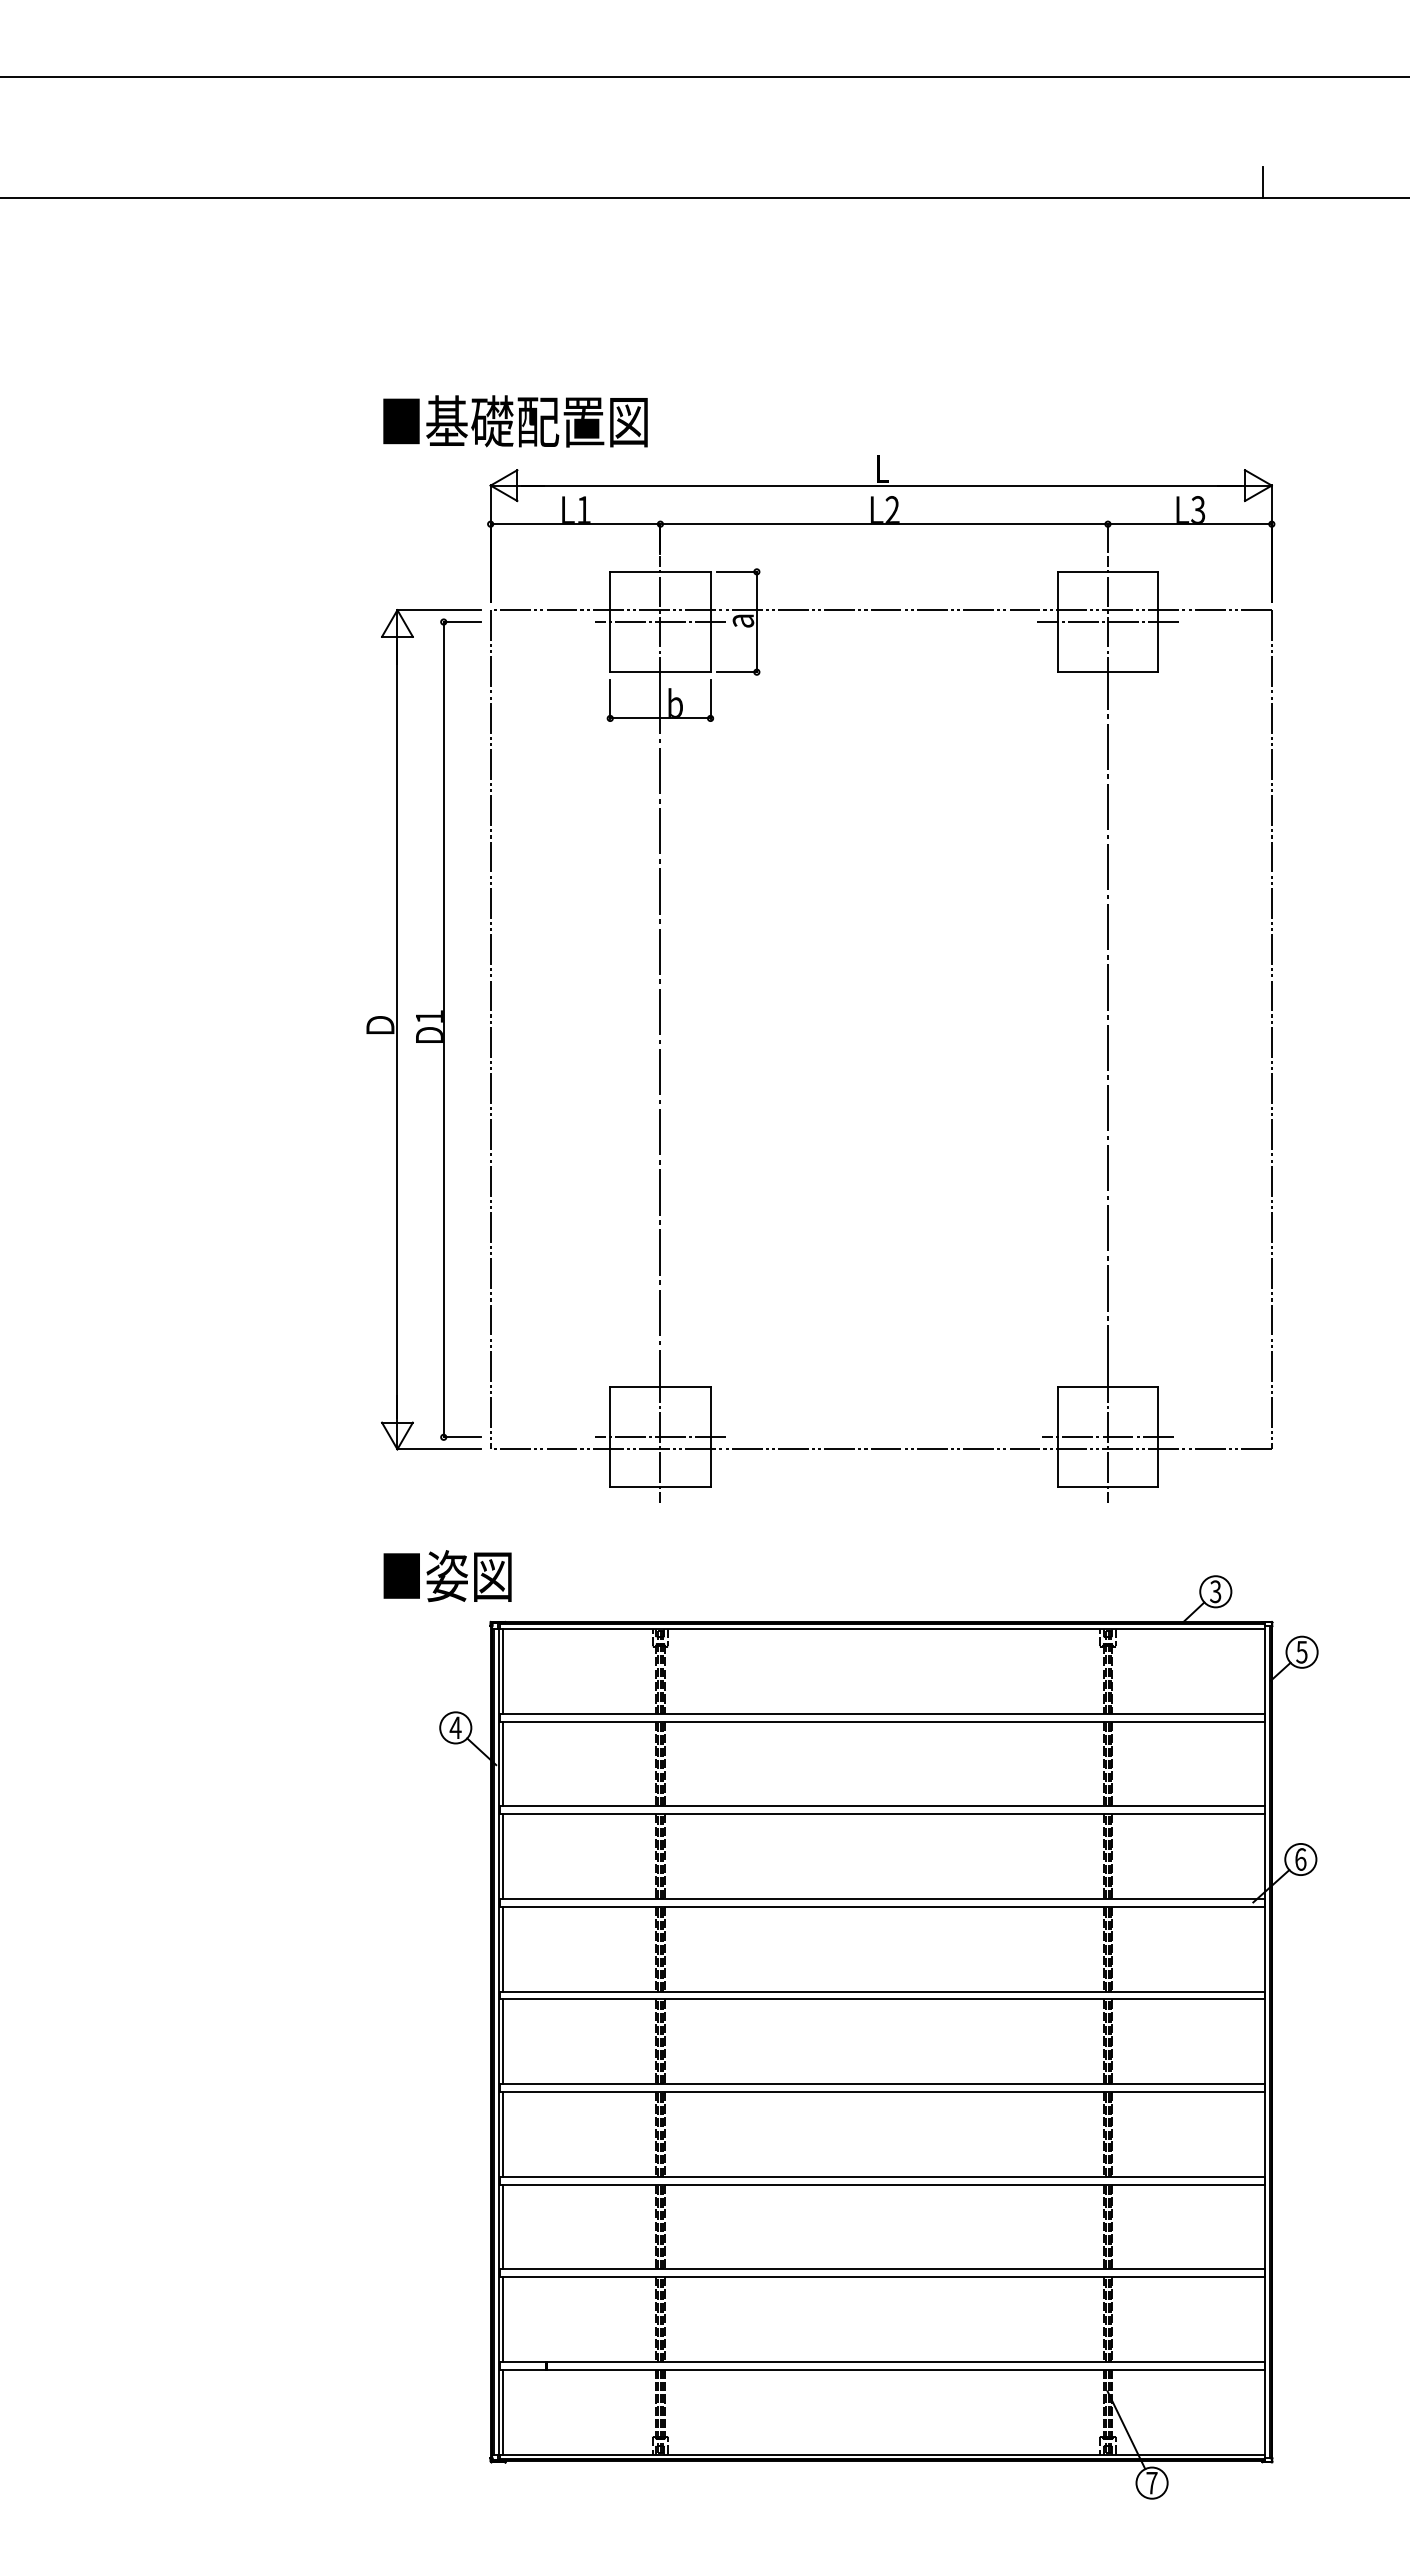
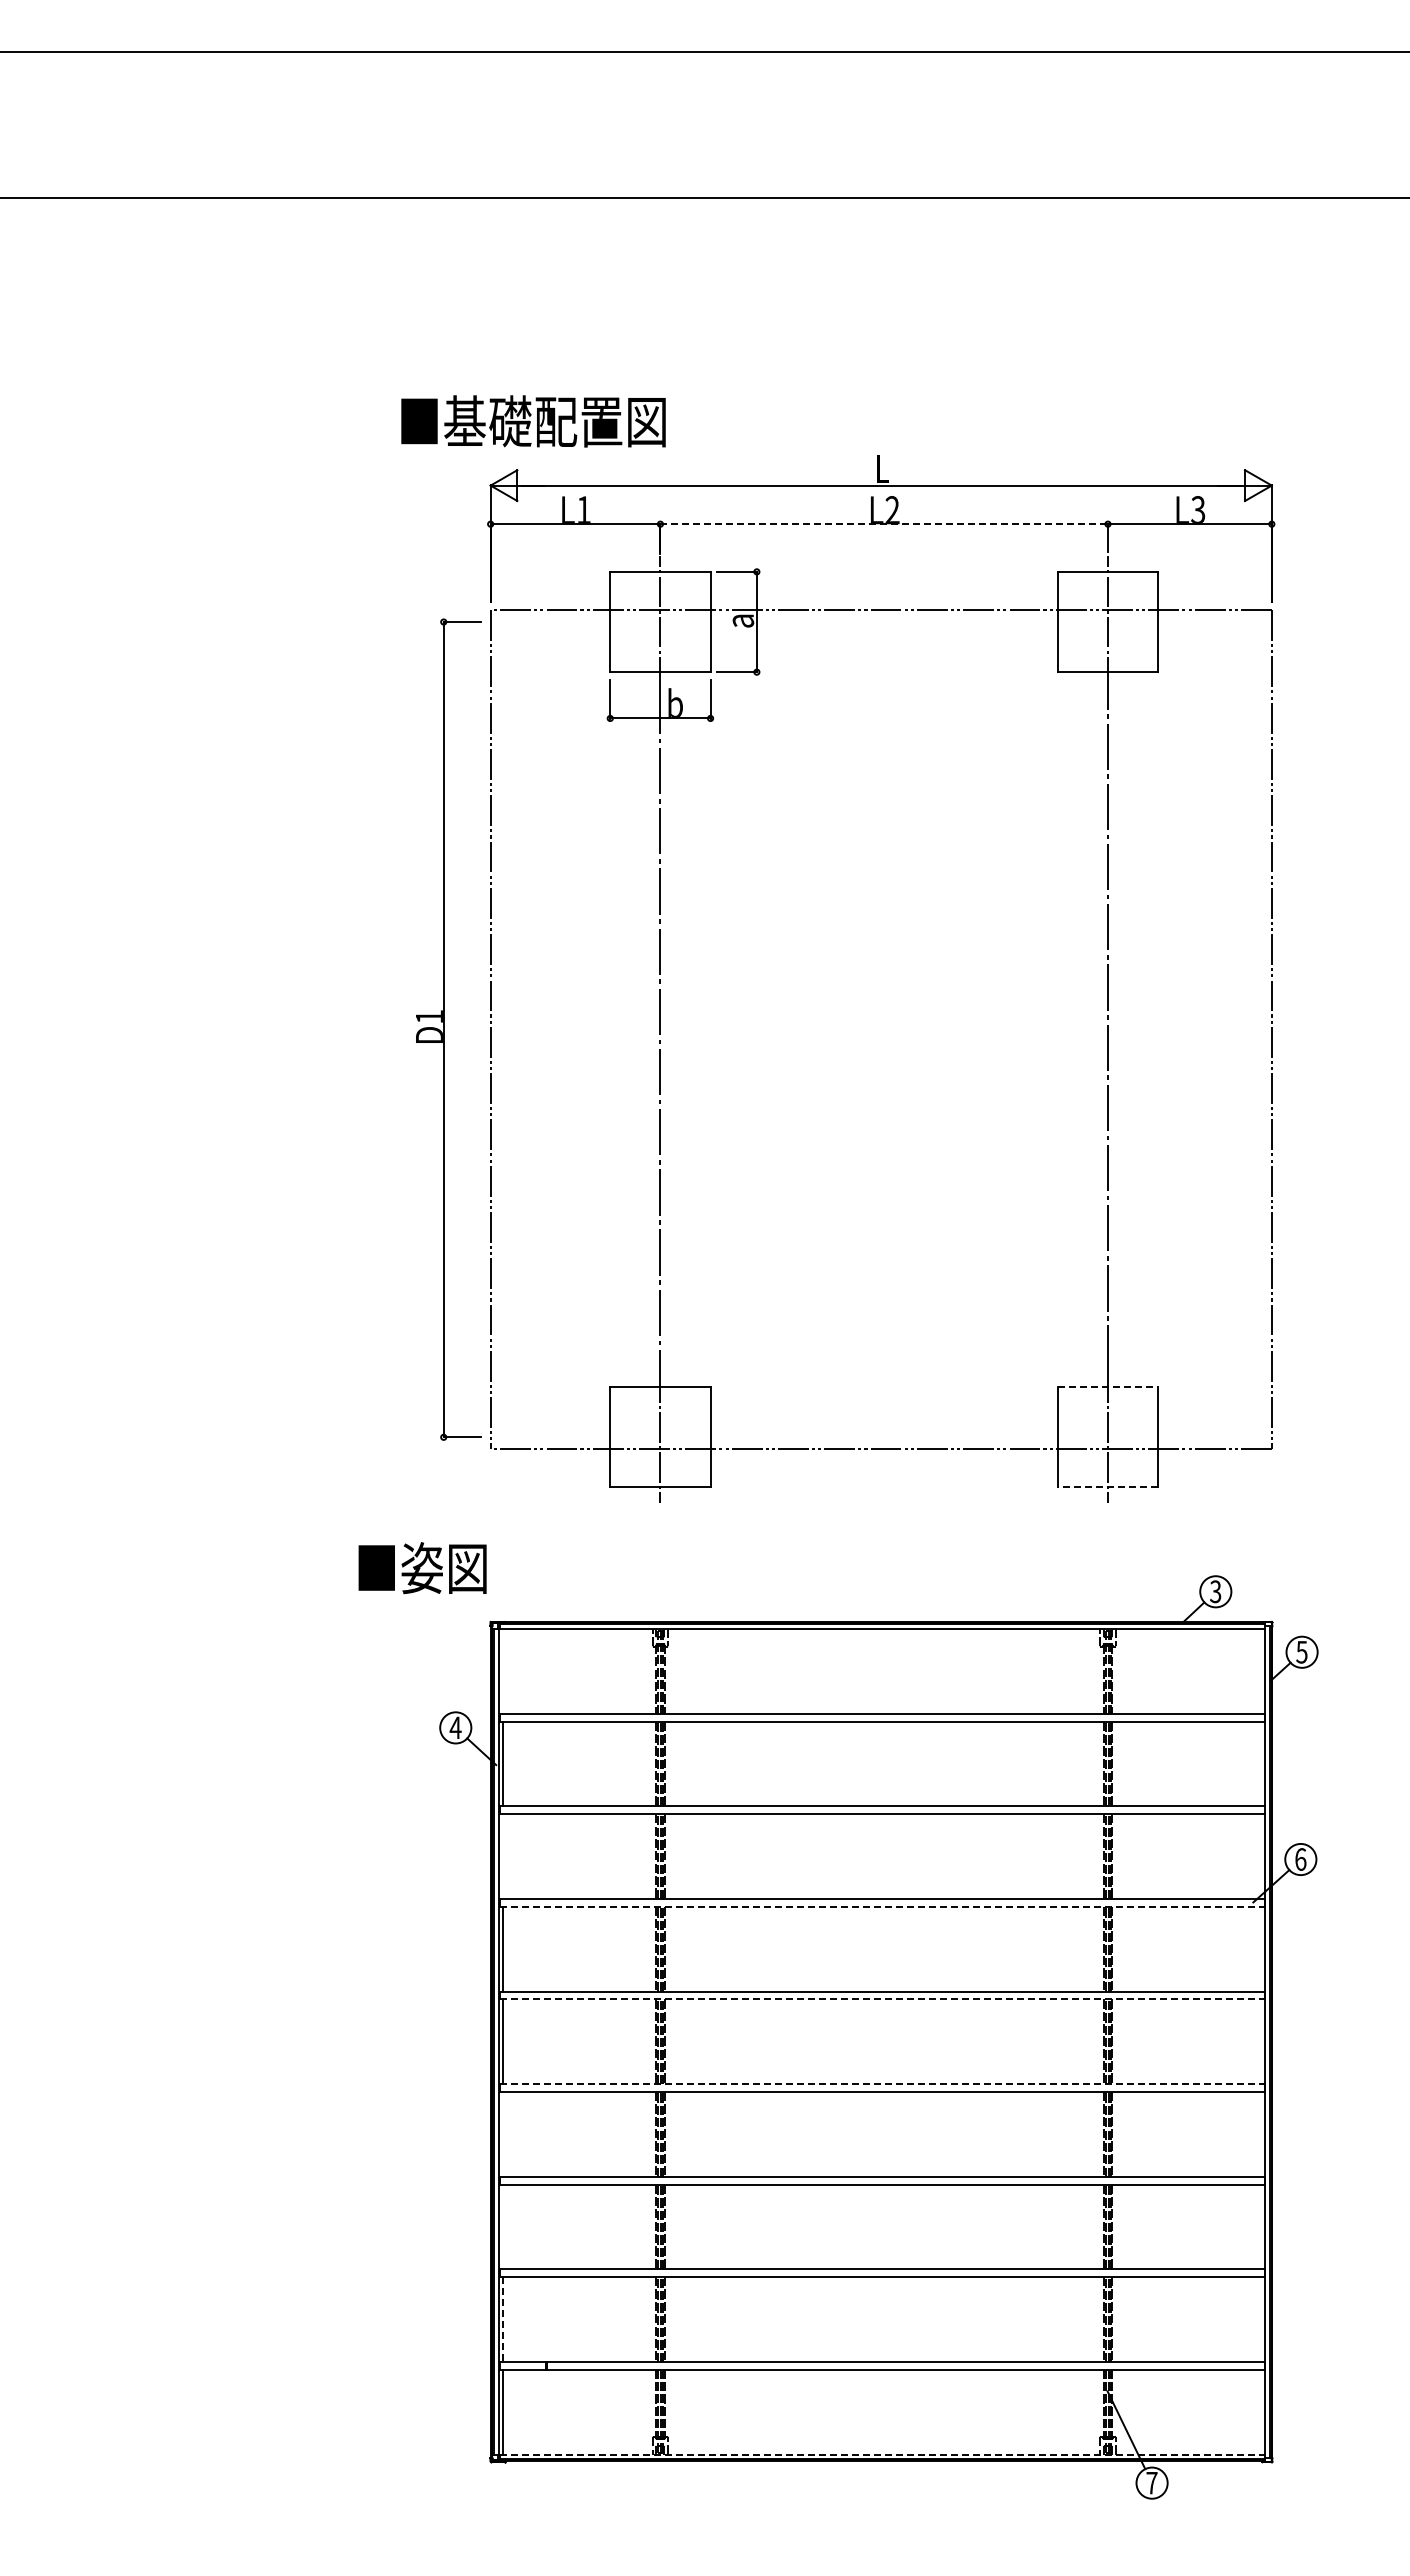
line at (704, 77) position: (704, 77) -> (704, 52)
line at (1263, 181): present -> none
text at (515, 421) position: (515, 421) -> (533, 421)
line at (884, 524): solid -> dashed
line at (660, 622): present -> none
line at (1107, 622): present -> none
part at (397, 1029): present -> none
line at (1108, 1387): solid -> dashed
line at (660, 1437): present -> none
line at (1107, 1437): present -> none
line at (1107, 1487): solid -> dashed
text at (447, 1576) position: (447, 1576) -> (422, 1568)
line at (503, 1670): present -> none
line at (503, 1856): present -> none
line at (882, 1906): solid -> dashed
line at (882, 1999): solid -> dashed
line at (882, 2084): solid -> dashed
line at (503, 2133): present -> none
line at (503, 2226): present -> none
line at (503, 2320): solid -> dashed
line at (882, 2454): solid -> dashed
